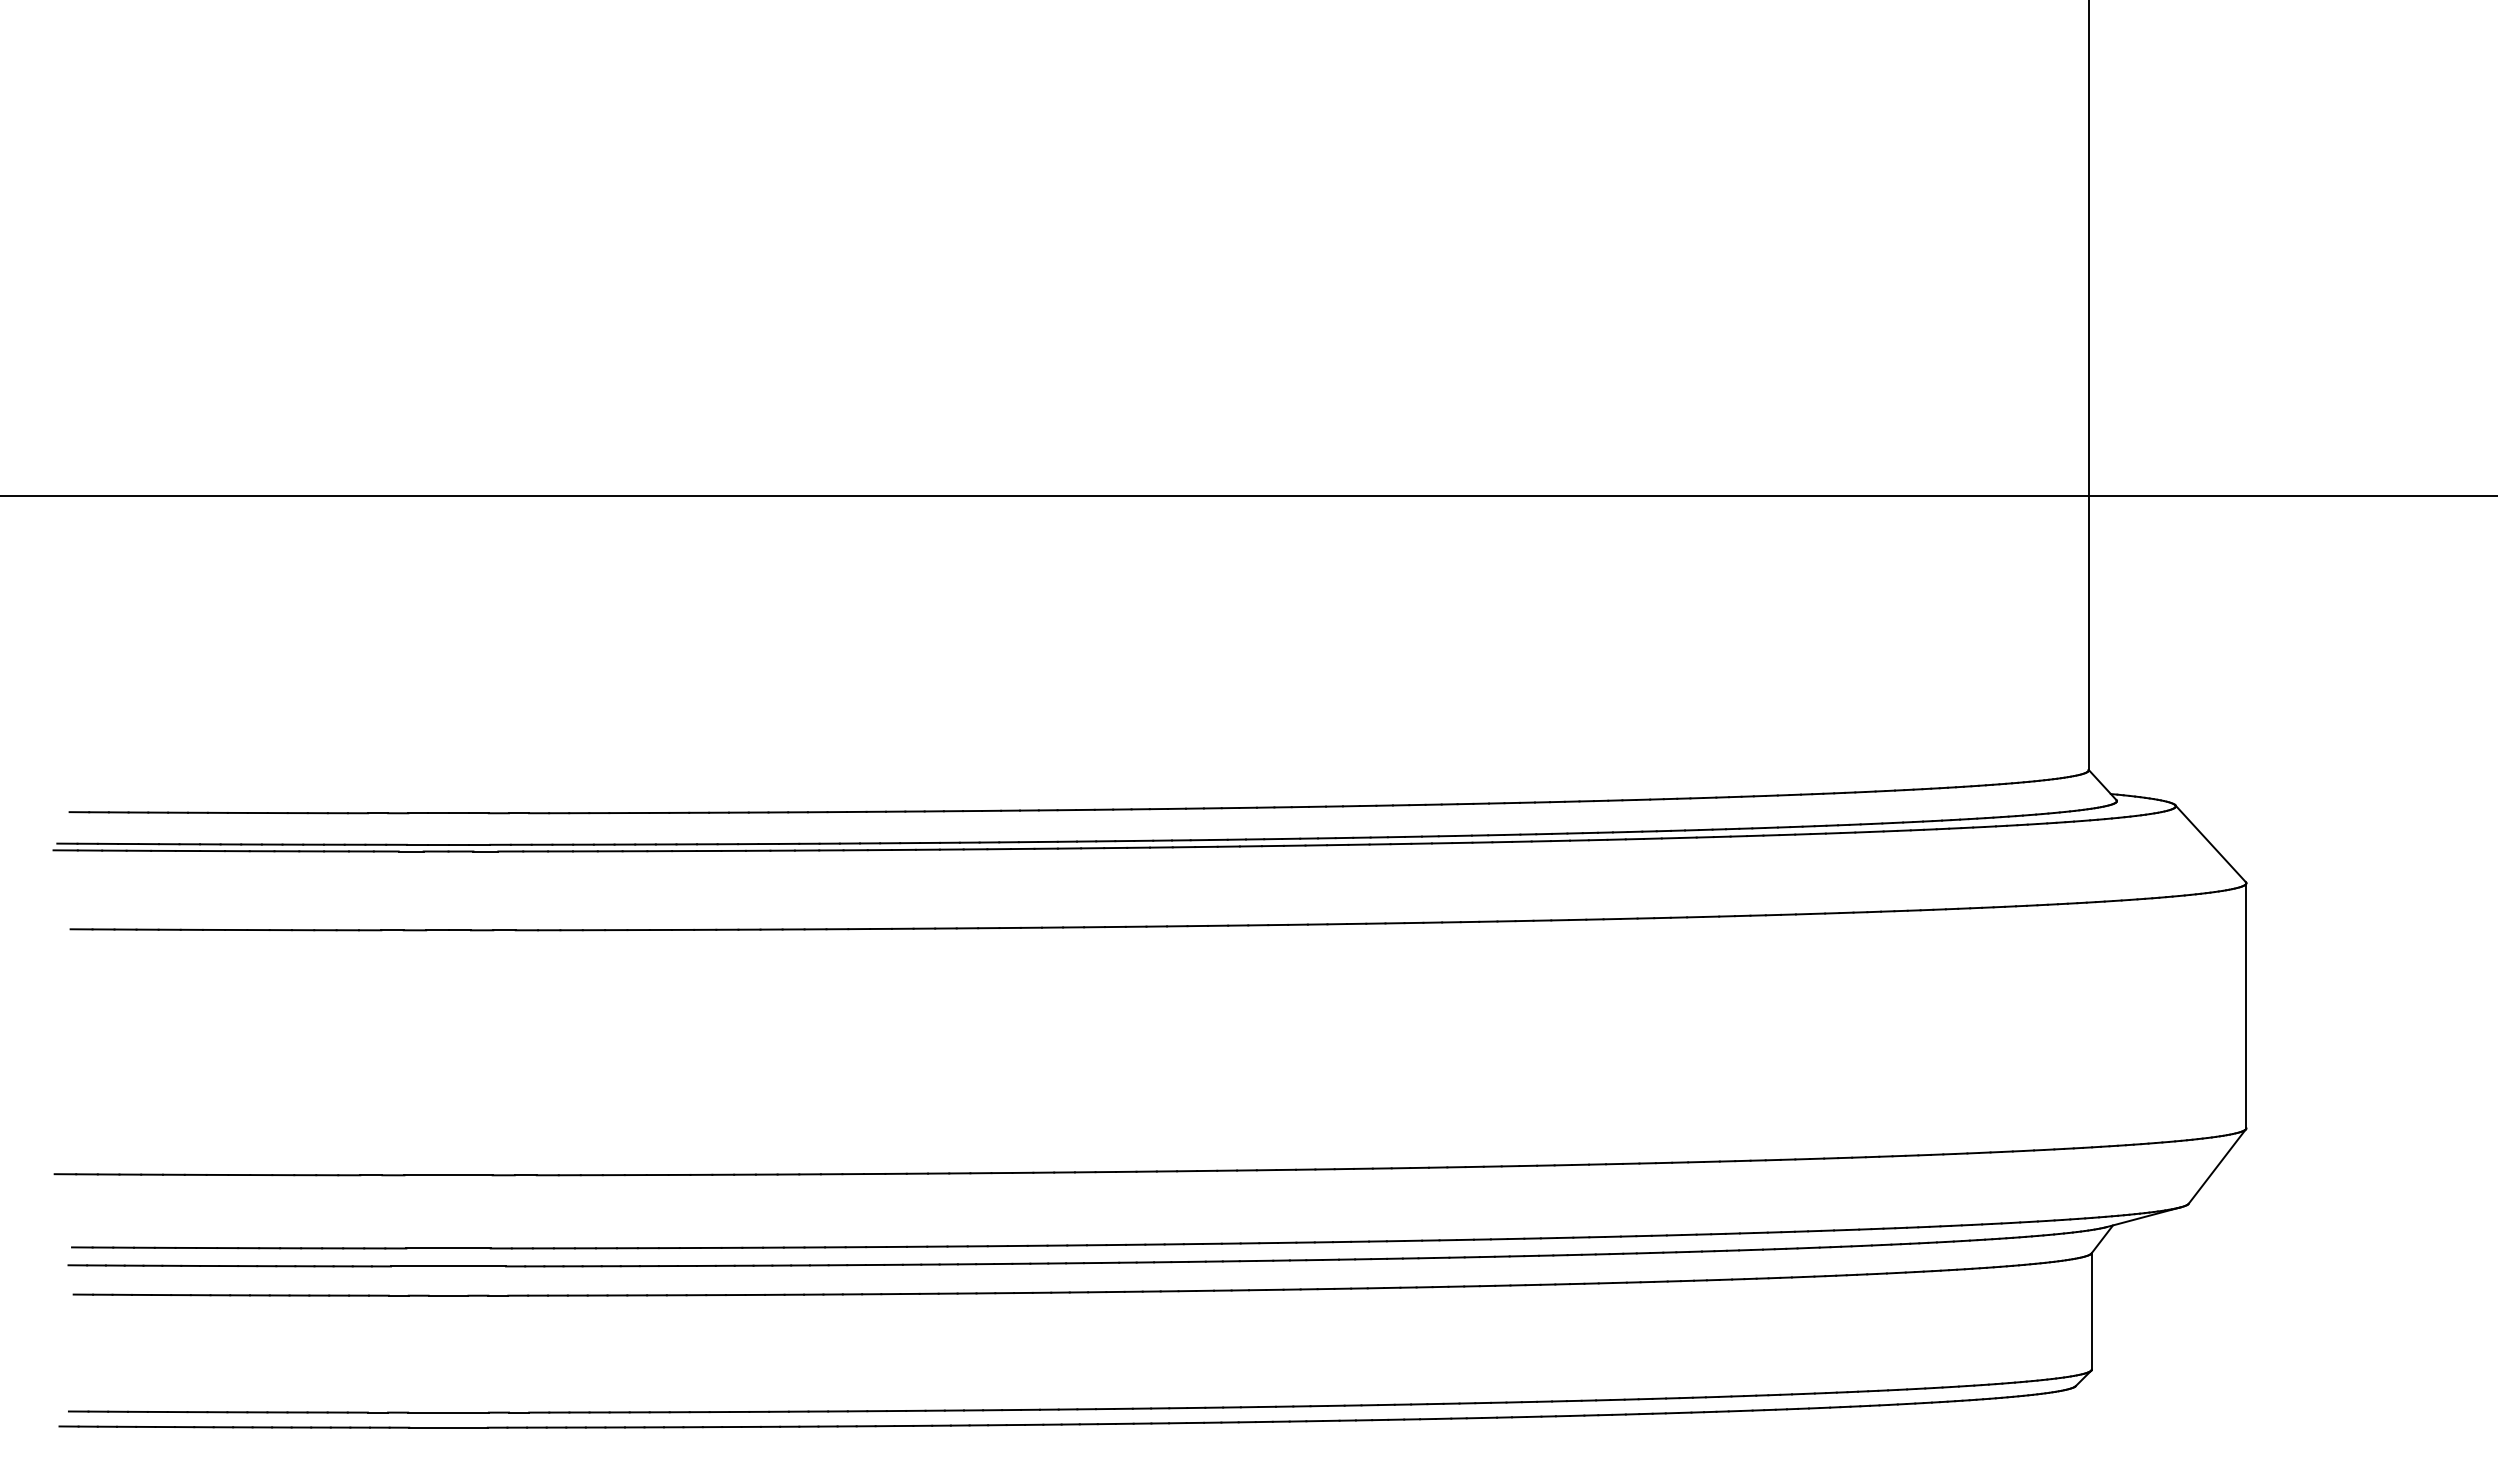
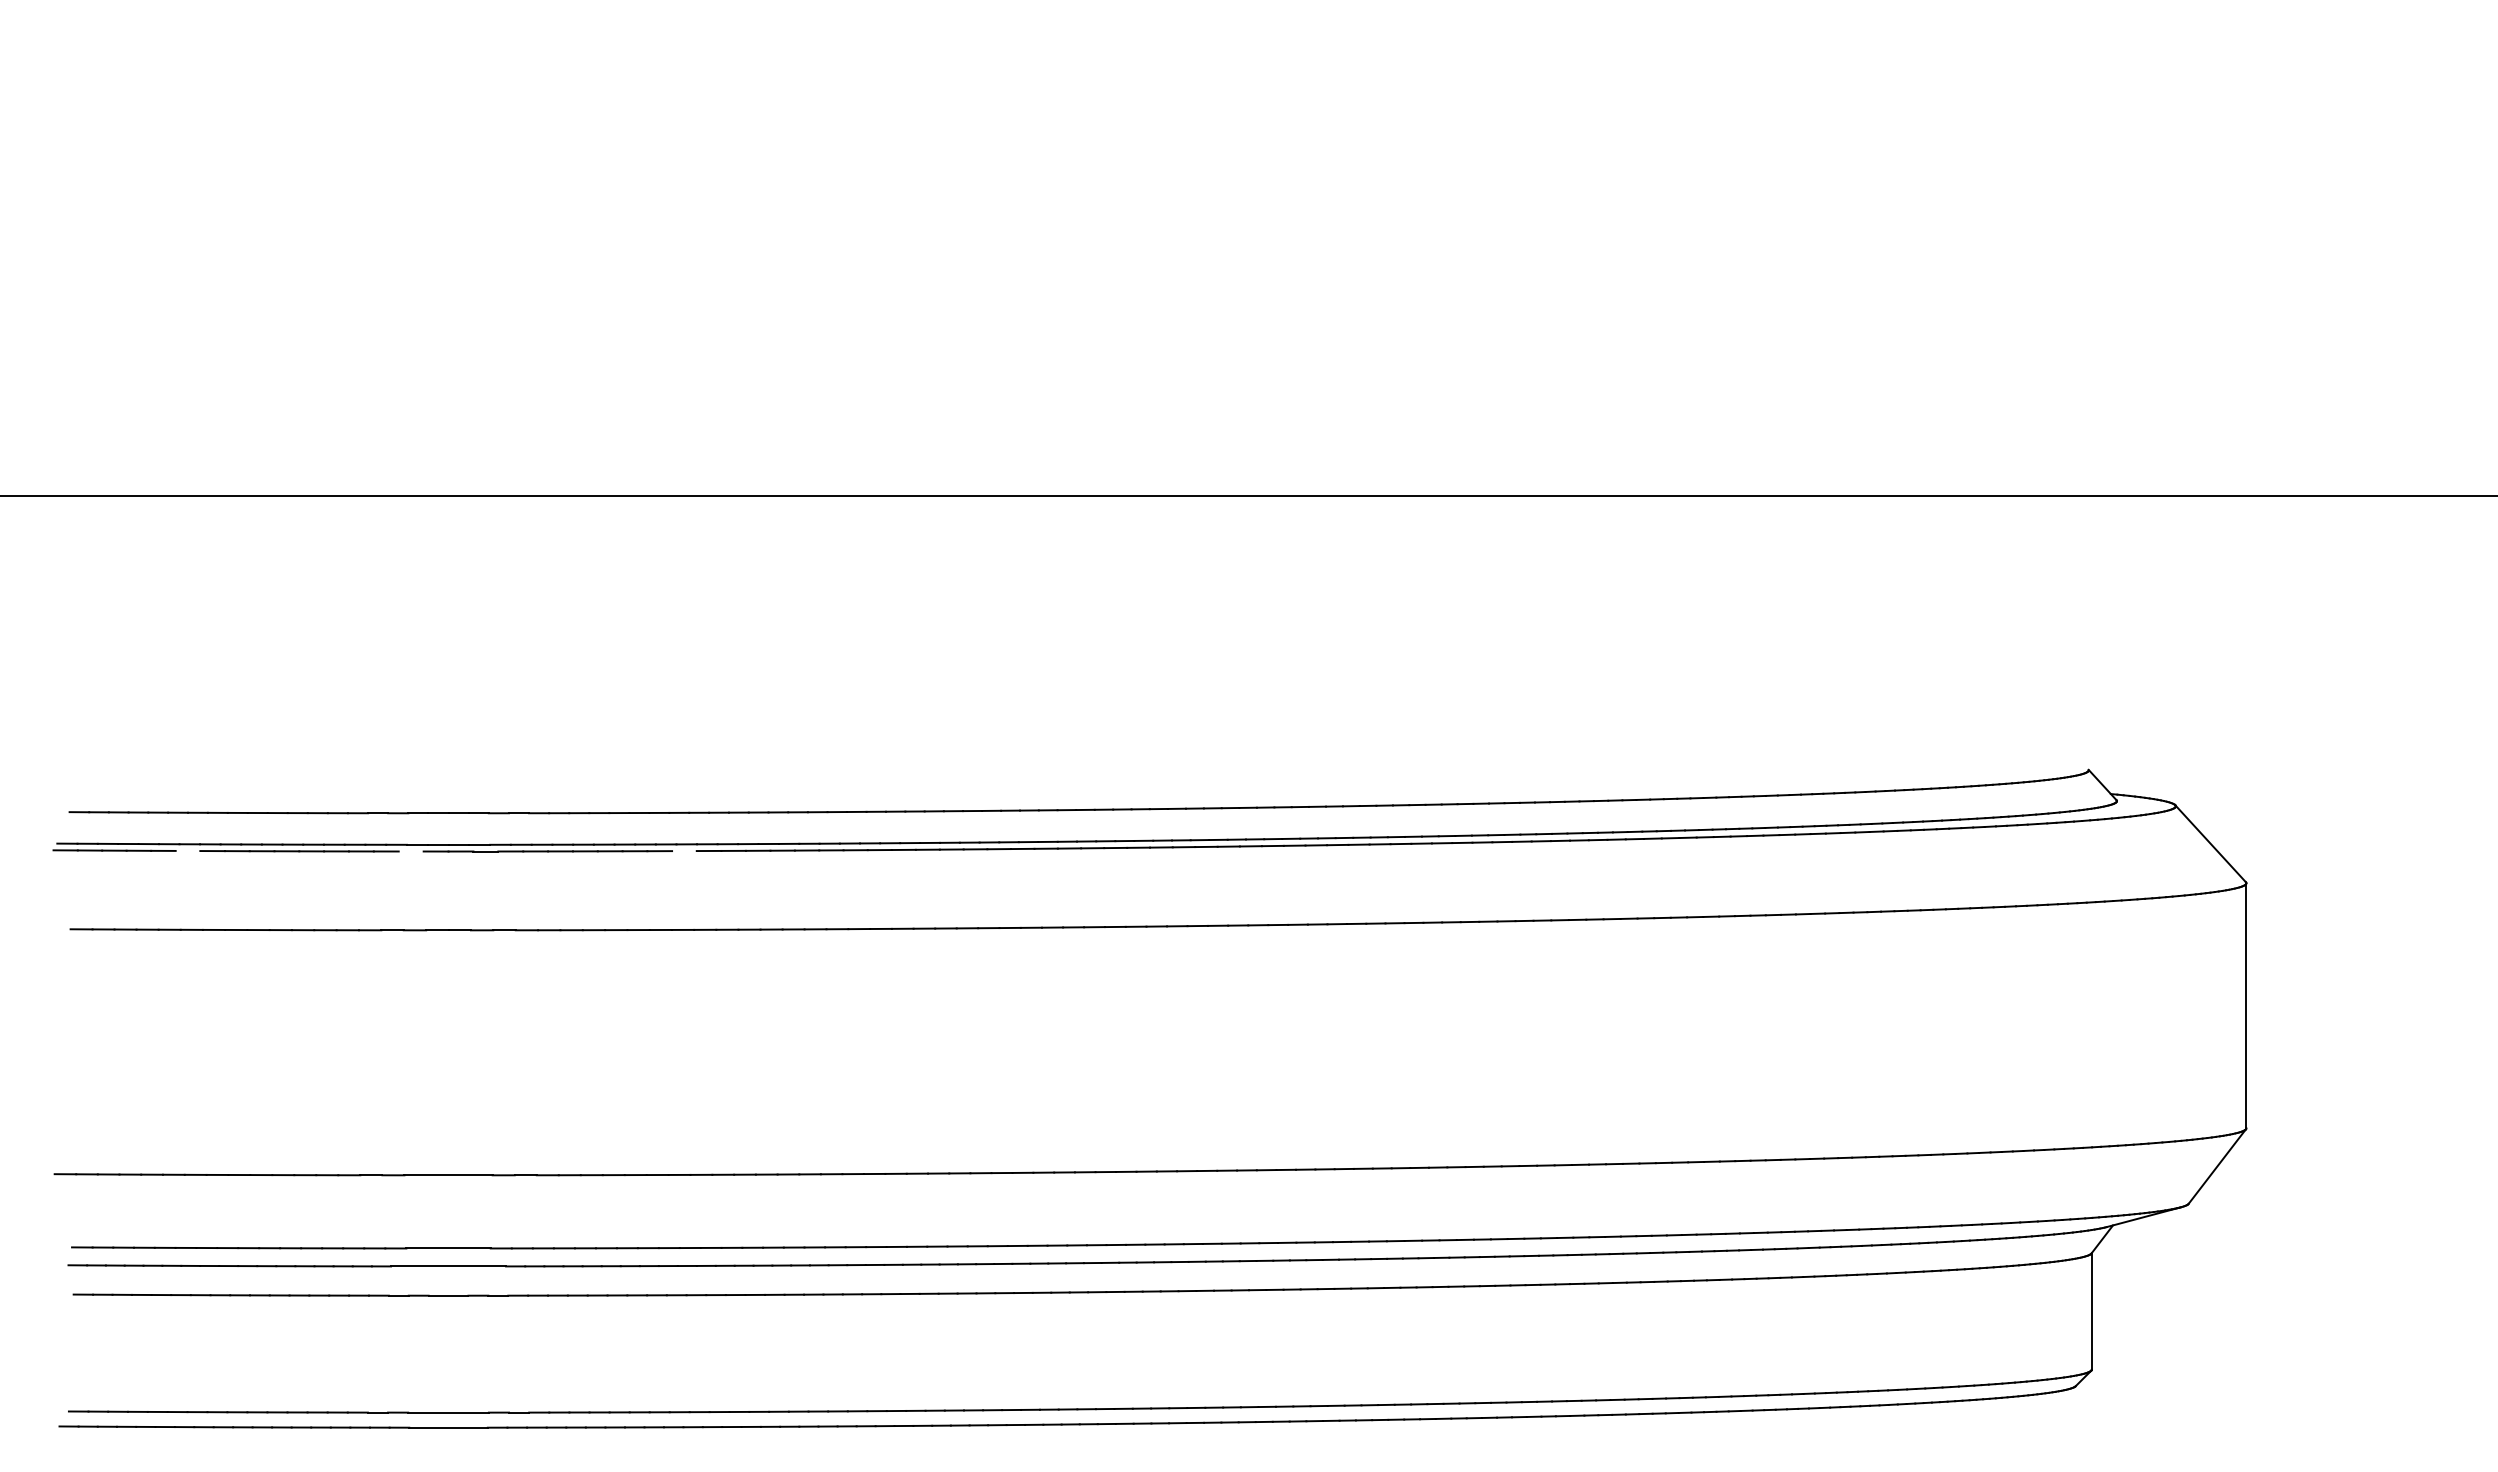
line at (2088, 386): present -> none
line at (187, 850): present -> none
line at (410, 851): present -> none
line at (684, 851): present -> none
